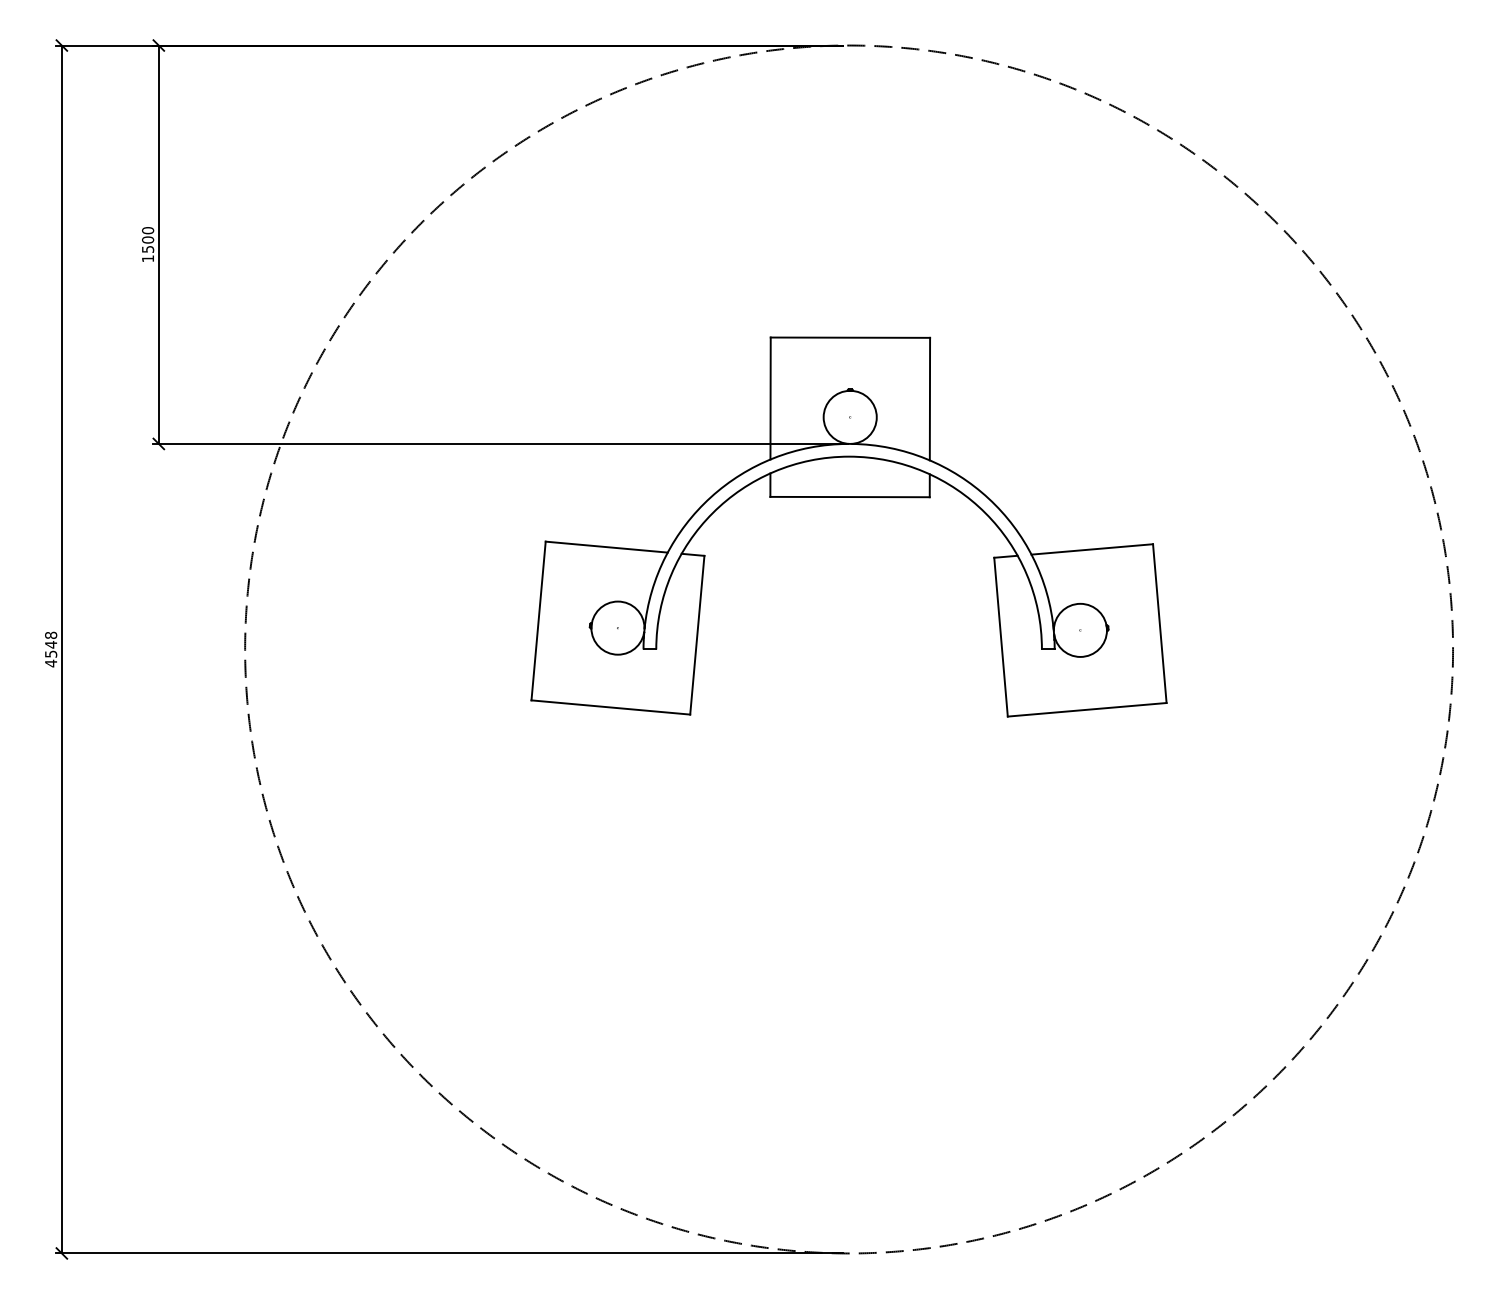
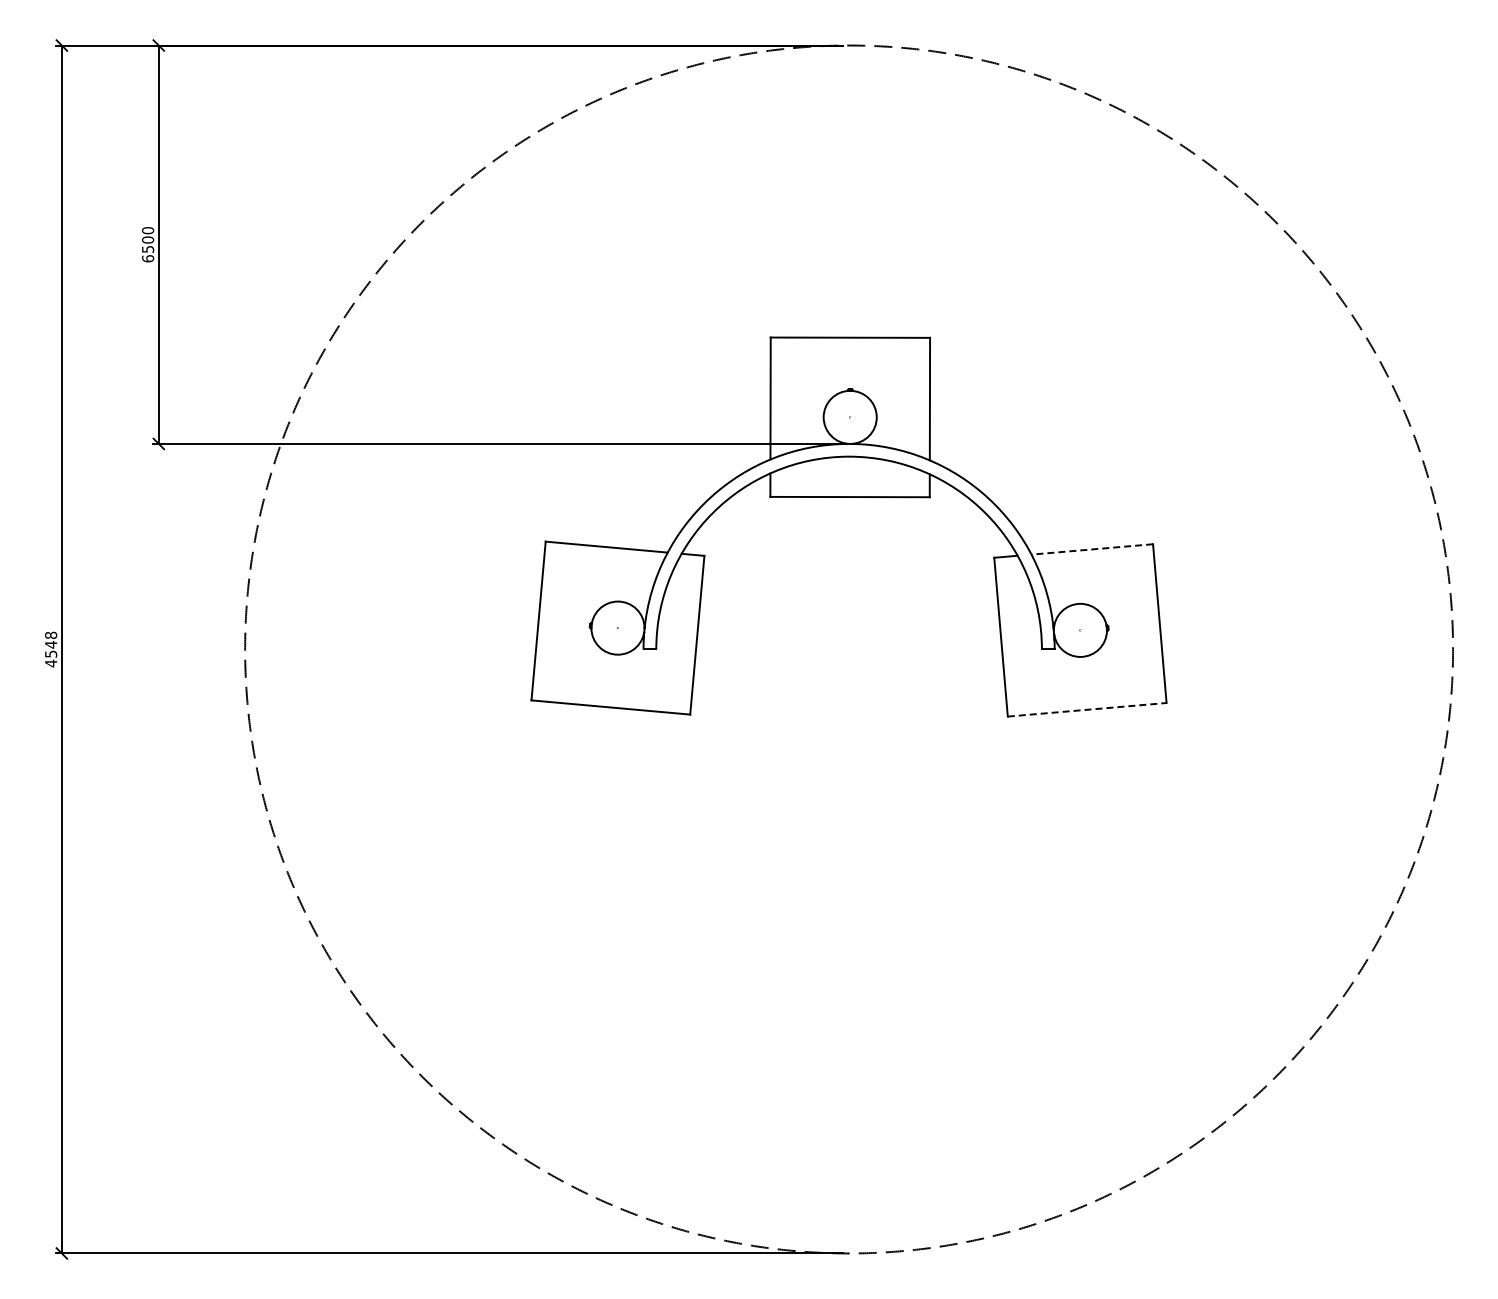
text at (148, 258): 1500 -> 6500
line at (1091, 549): solid -> dashed
line at (1087, 709): solid -> dashed
